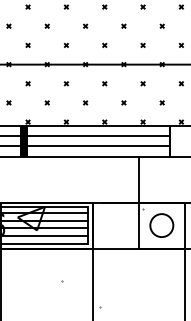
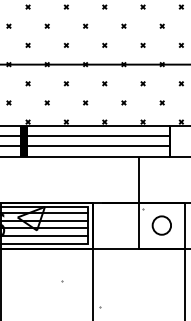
part at (161, 225) size: 26x25 px -> 21x21 px
